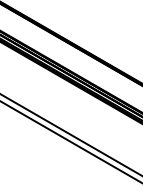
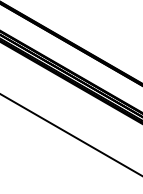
line at (70, 141): present -> none
